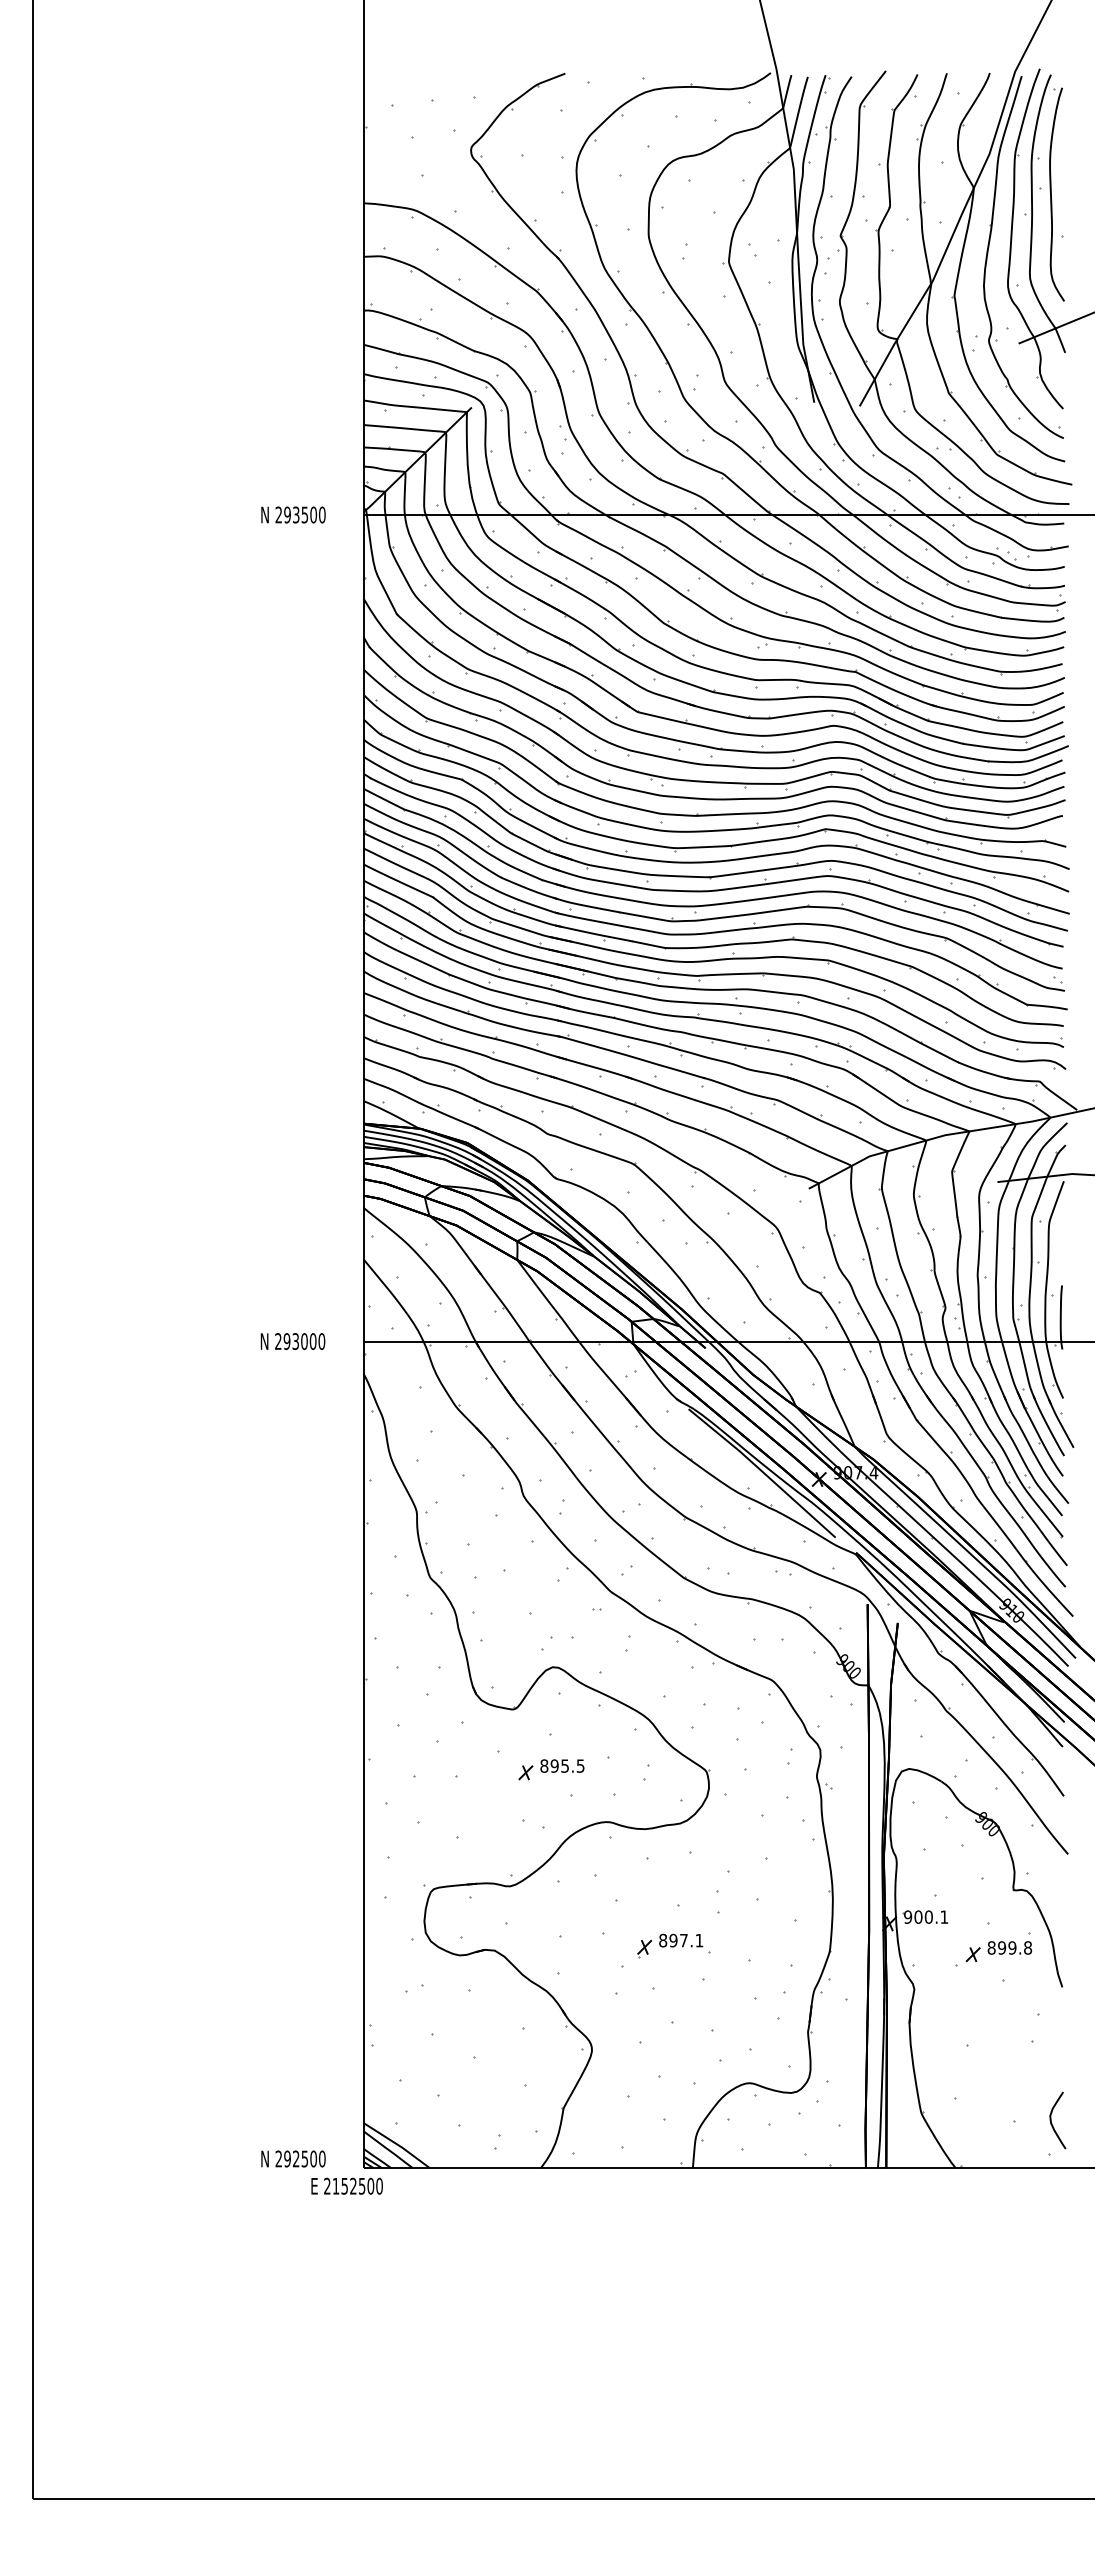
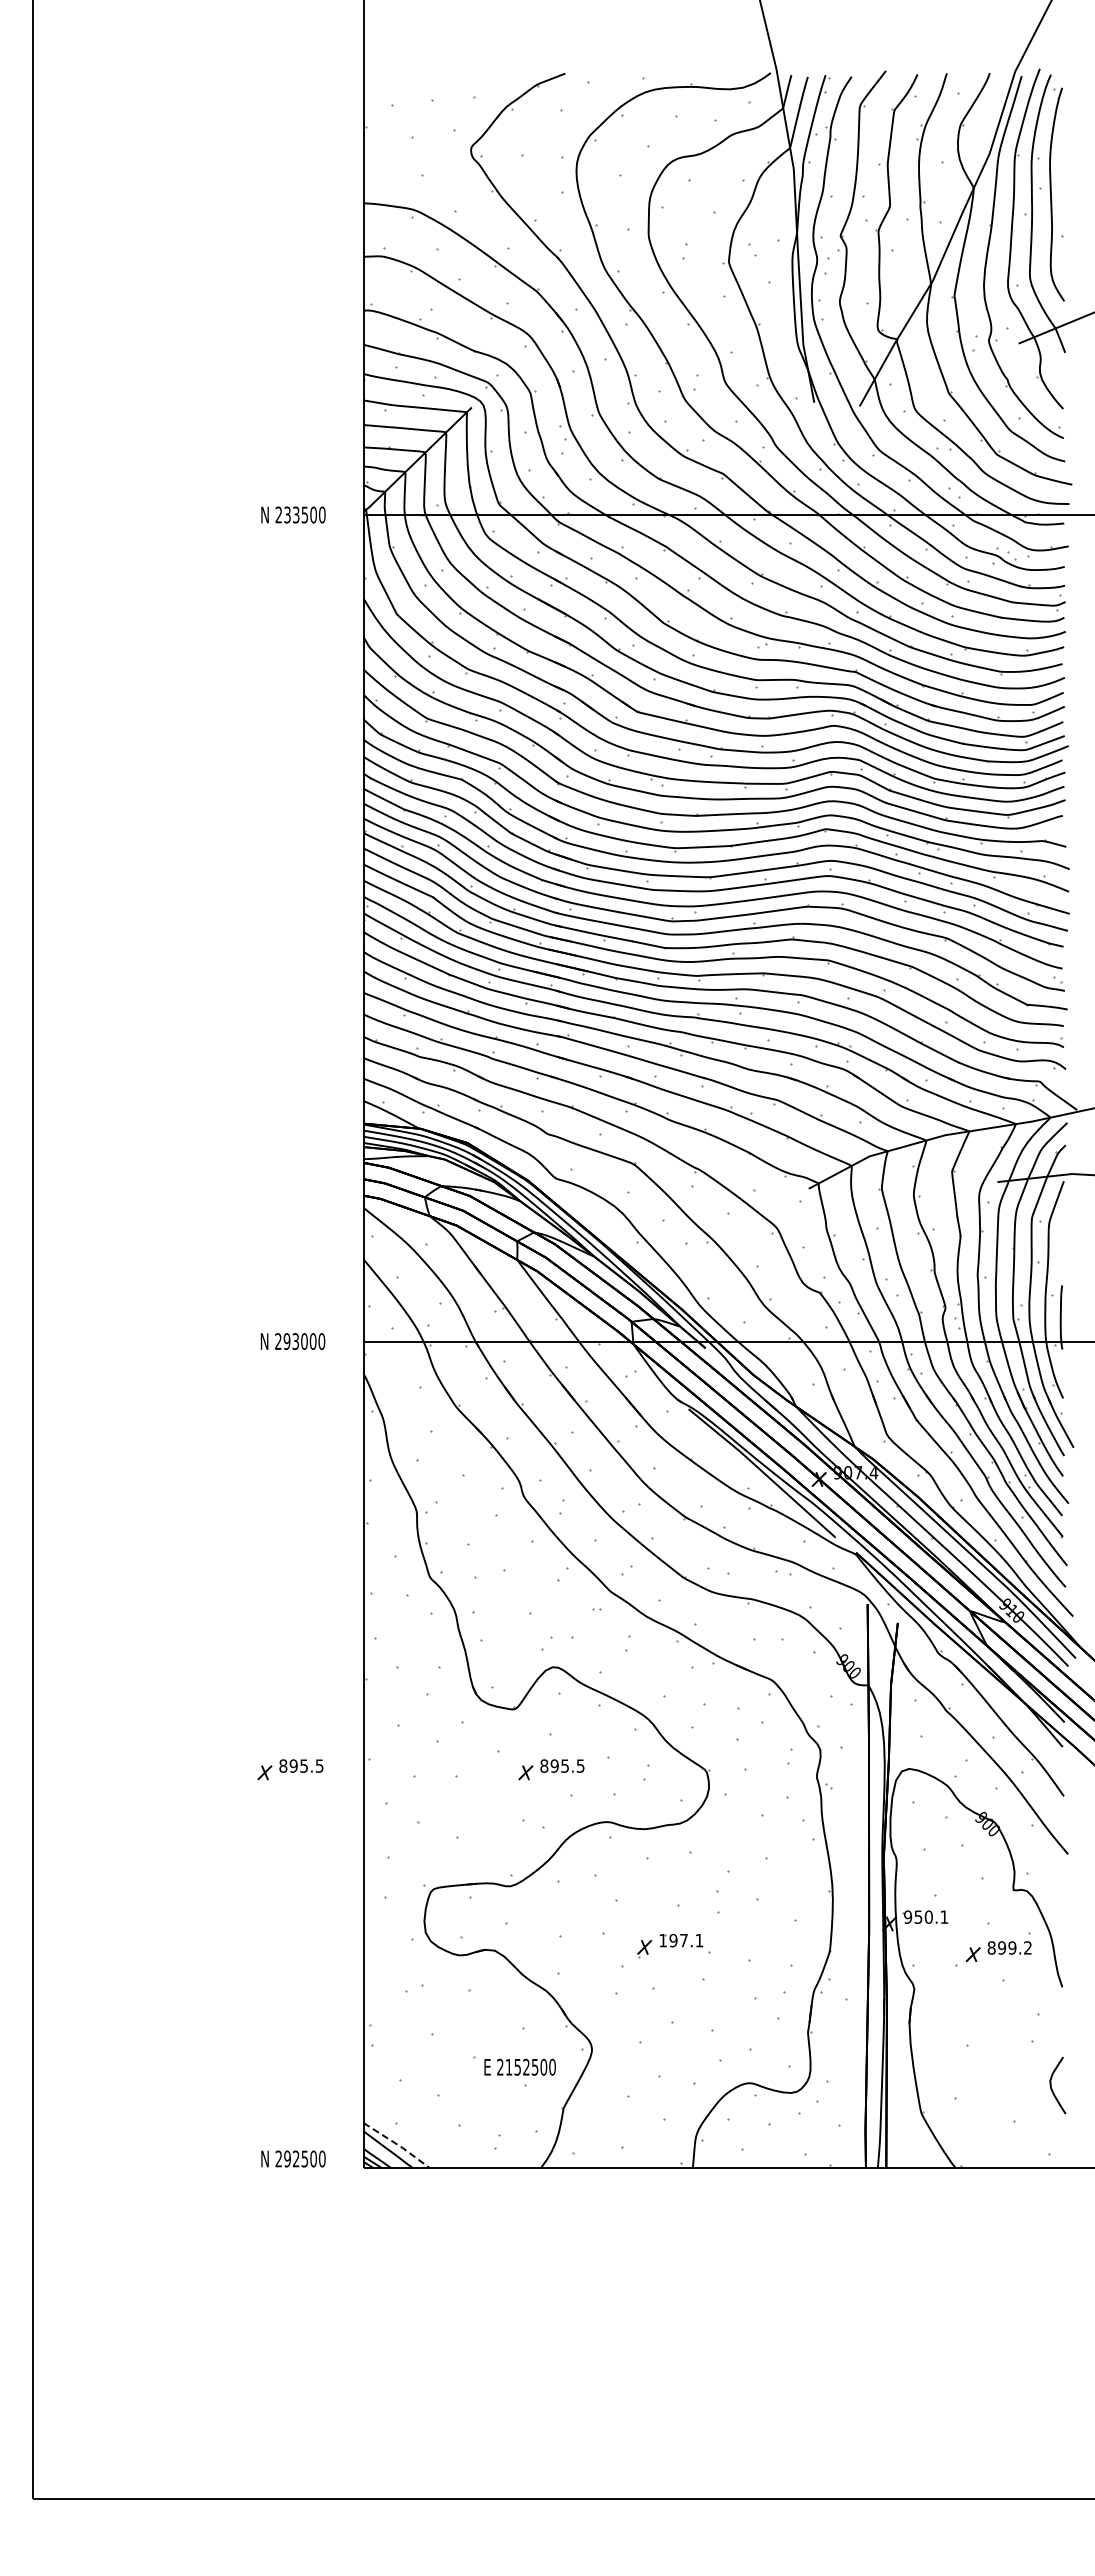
text at (287, 514): 293500 -> 233500
part at (290, 1769): none -> present
text at (918, 1916): 900.1 -> 950.1
text at (663, 1940): 897.1 -> 197.1
text at (1028, 1947): 899.8 -> 899.2
curve at (1052, 2123) position: (1052, 2123) -> (1052, 2088)
line at (398, 2145): solid -> dashed
text at (346, 2185) position: (346, 2185) -> (519, 2066)
